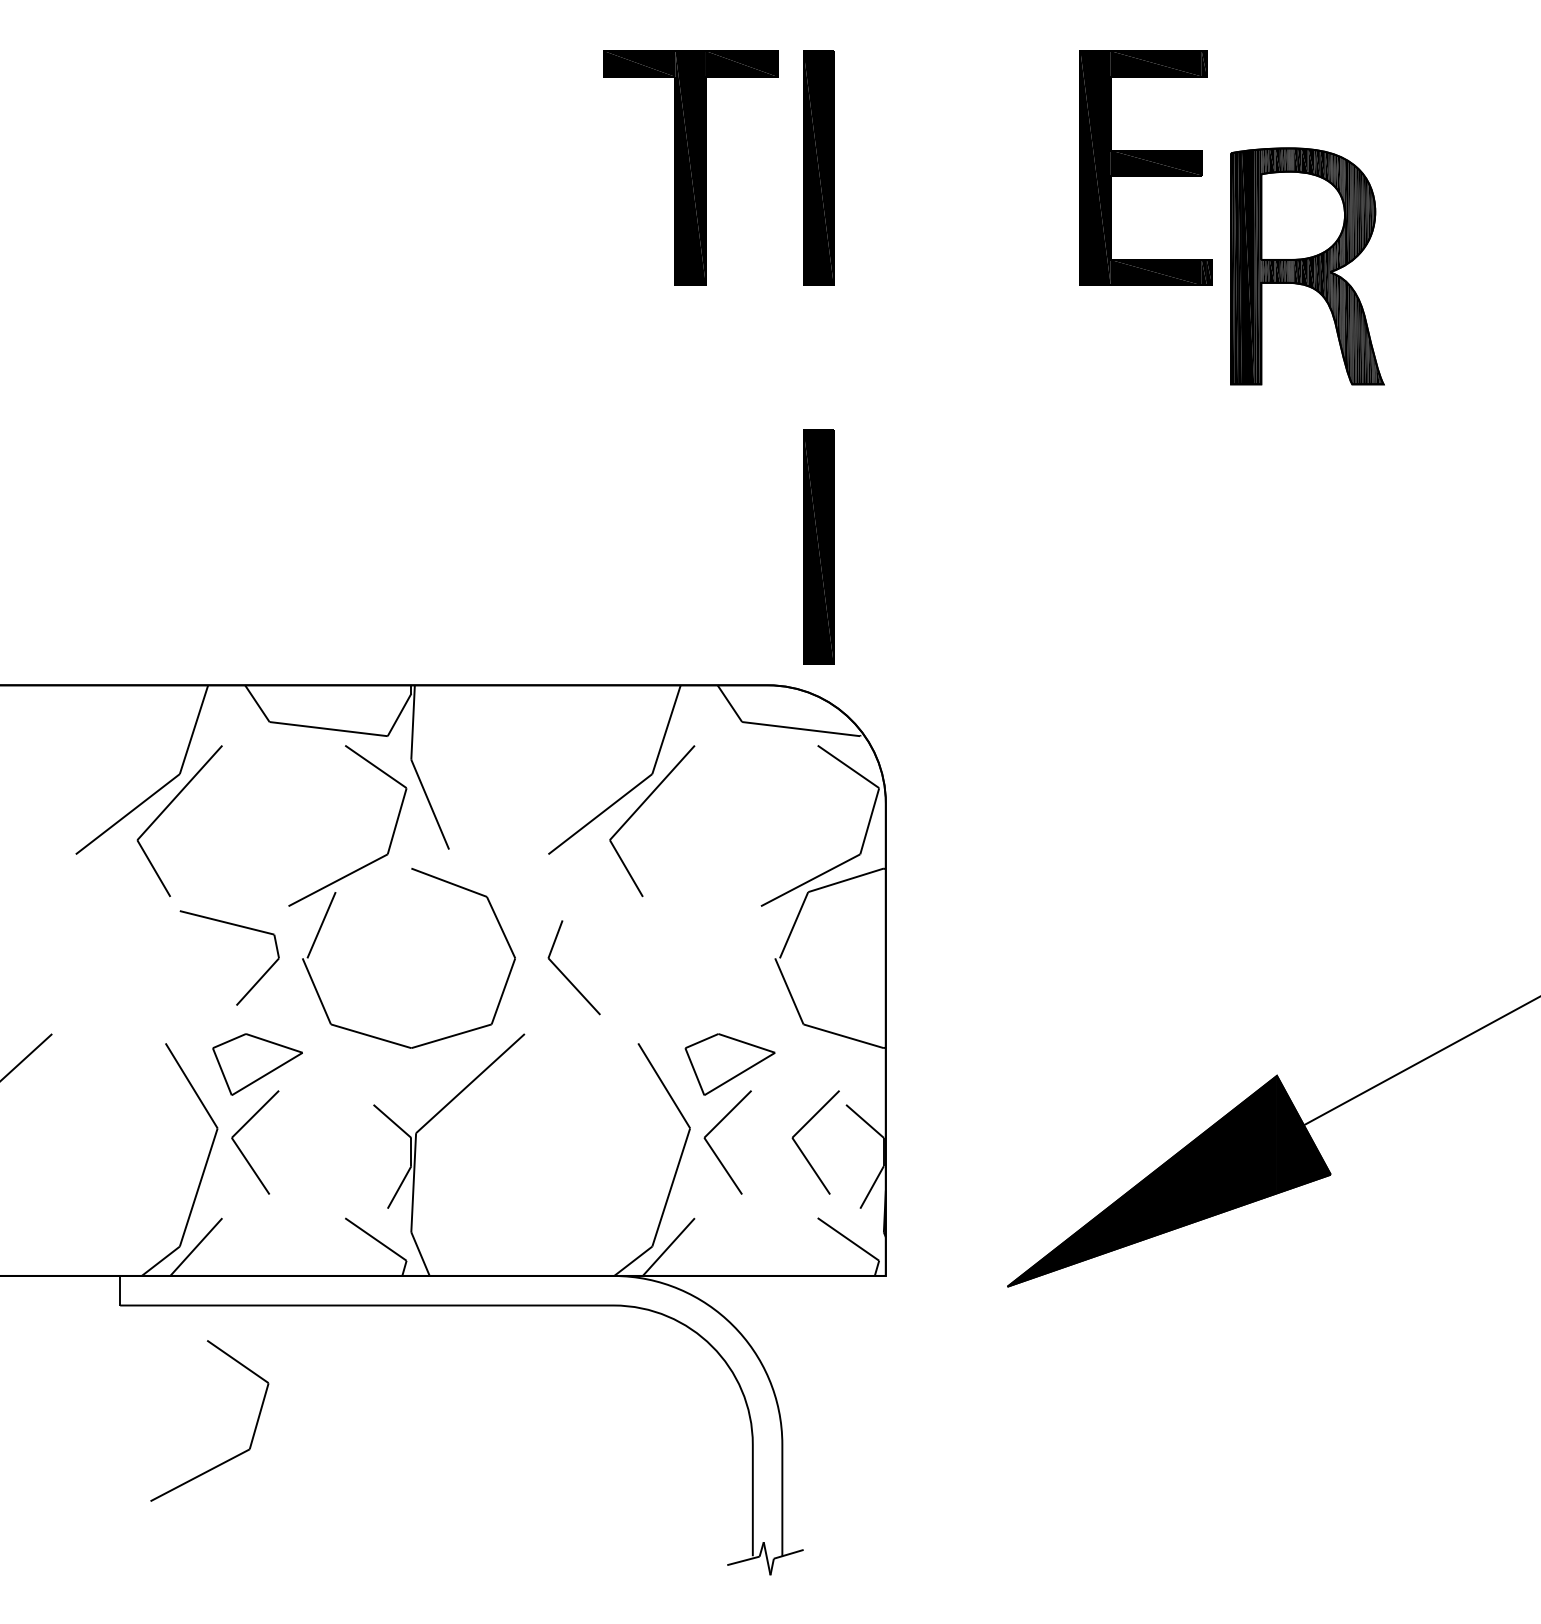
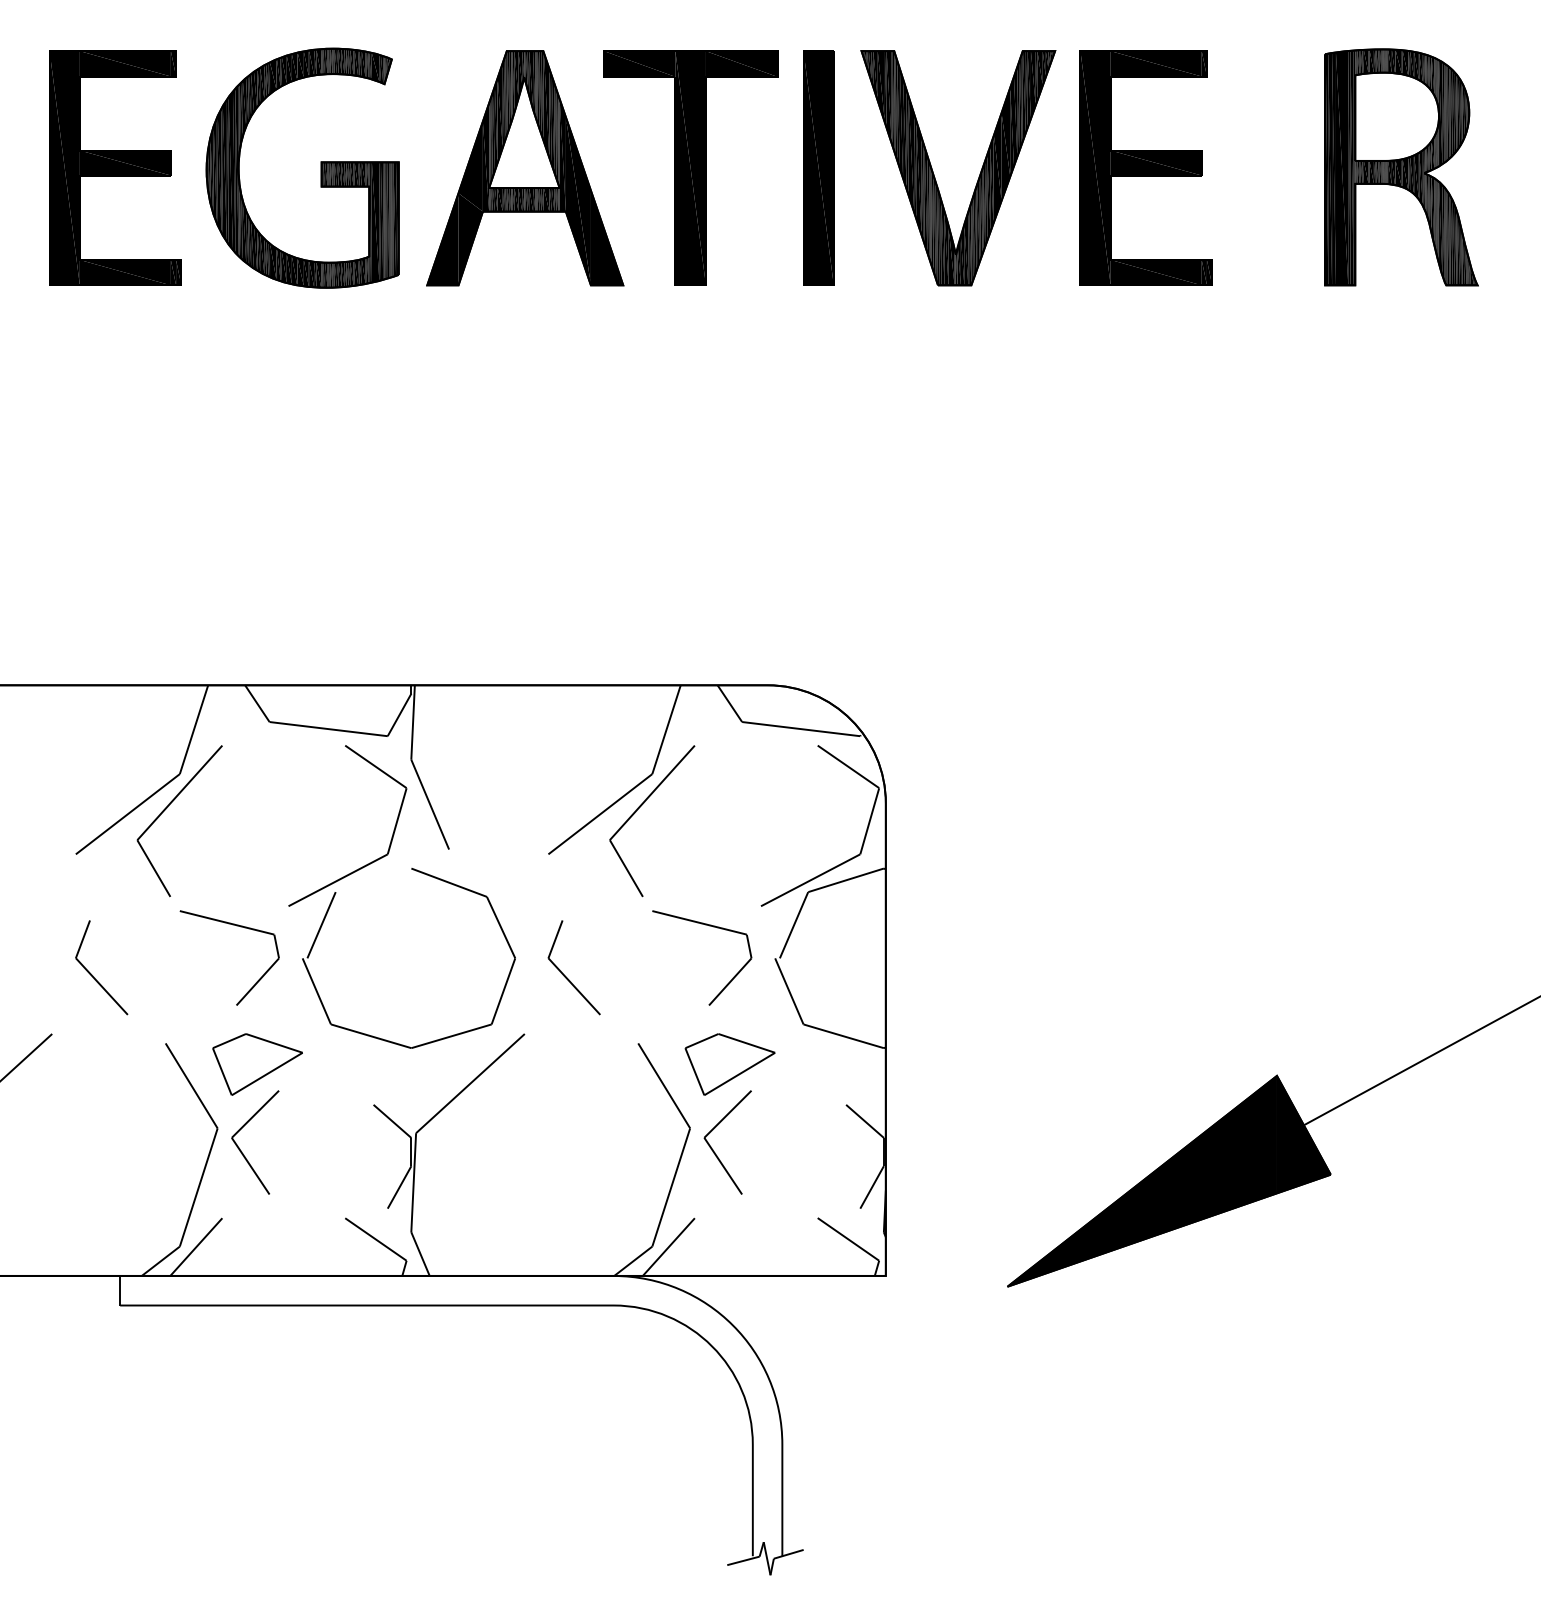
part at (115, 167): none -> present
part at (320, 167): none -> present
part at (525, 168): none -> present
part at (978, 176): none -> present
part at (1307, 266) position: (1307, 266) -> (1401, 167)
part at (818, 546): present -> none
part at (709, 926): none -> present
part at (93, 975): none -> present
part at (803, 1152): present -> none
part at (229, 1458): present -> none
